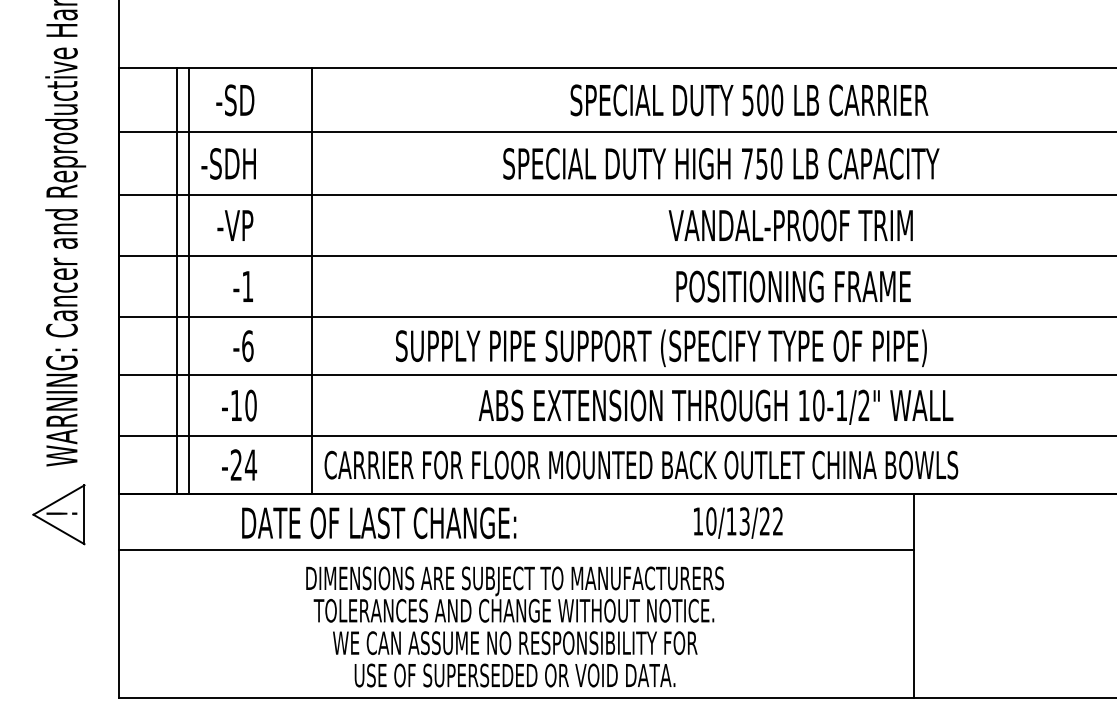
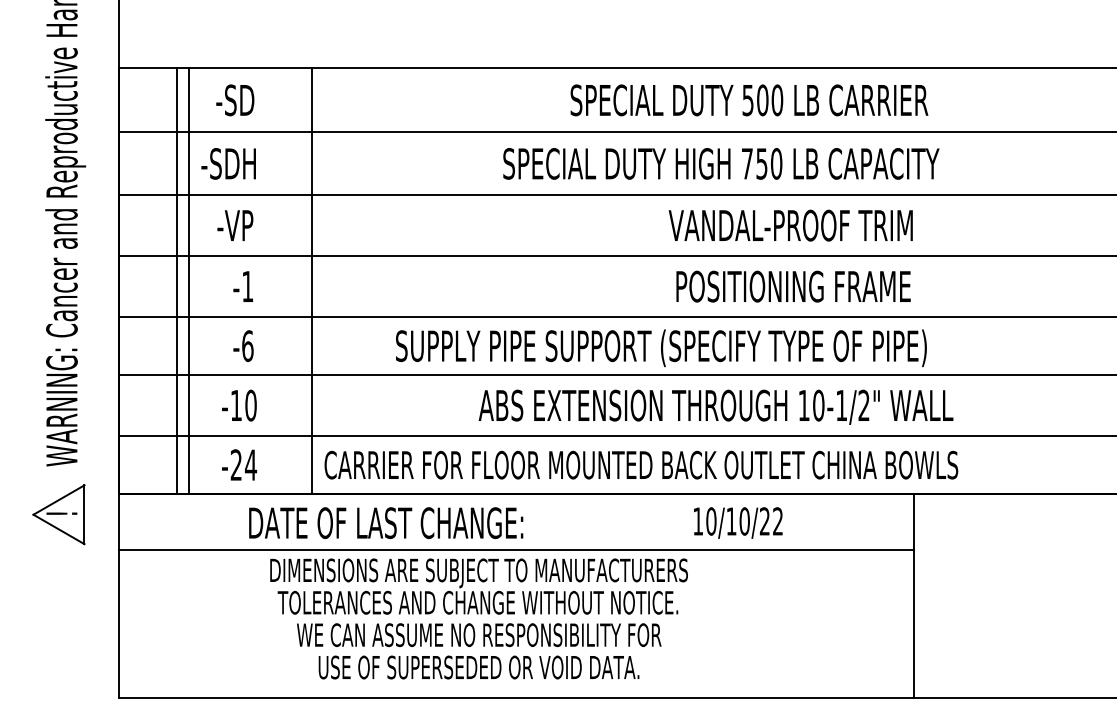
text at (744, 521): 10/13/22 -> 10/10/22
text at (379, 523) position: (379, 523) -> (386, 523)
text at (514, 626) position: (514, 626) -> (478, 618)
